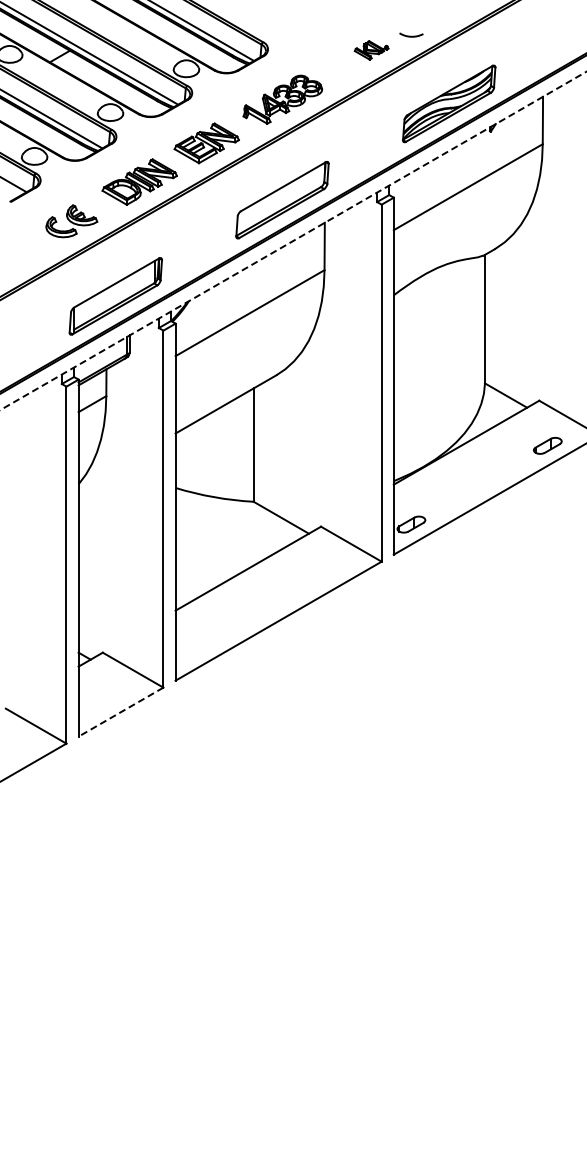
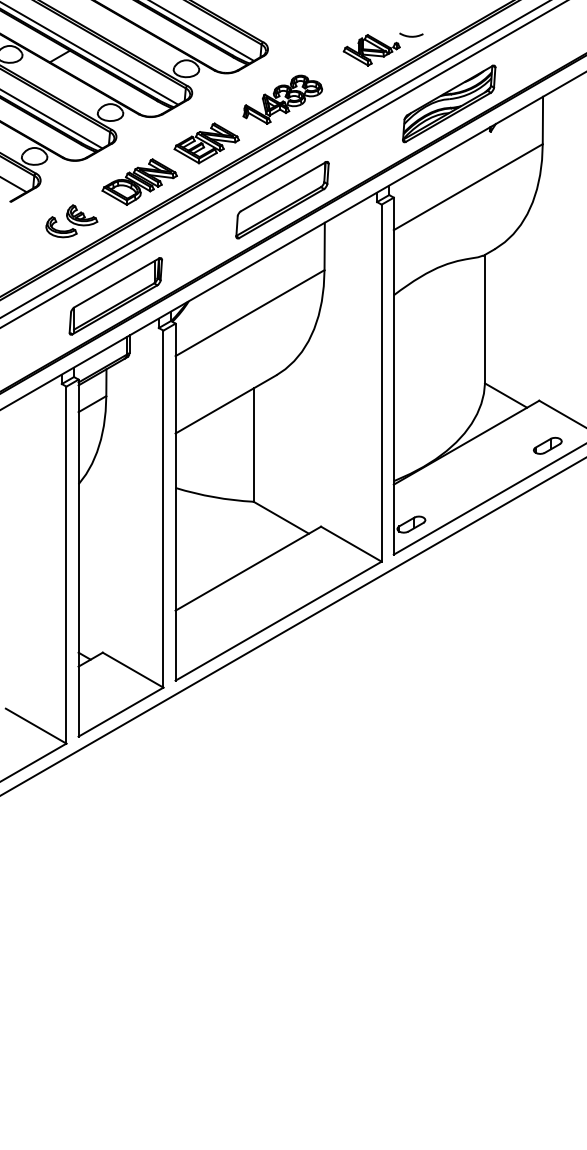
part at (371, 50) size: 37x21 px -> 59x33 px
line at (274, 159): none -> present
line at (283, 164): none -> present
line at (293, 240): dashed -> solid
line at (292, 626): none -> present
line at (121, 712): dashed -> solid
